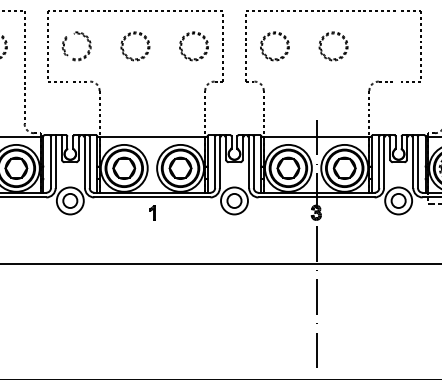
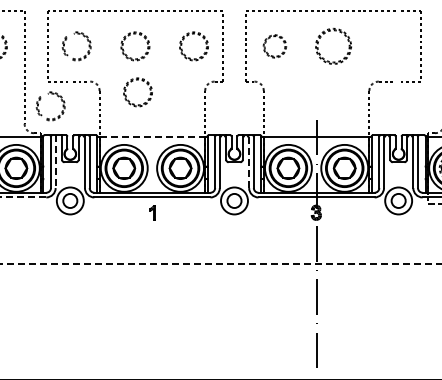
circle at (274, 46) size: 30x31 px -> 26x25 px
circle at (333, 46) size: 31x31 px -> 37x38 px
circle at (137, 92): none -> present
part at (42, 114): none -> present
line at (152, 136): solid -> dashed
line at (249, 161): solid -> dashed
line at (55, 162): solid -> dashed
line at (23, 197): solid -> dashed
line at (220, 264): solid -> dashed
